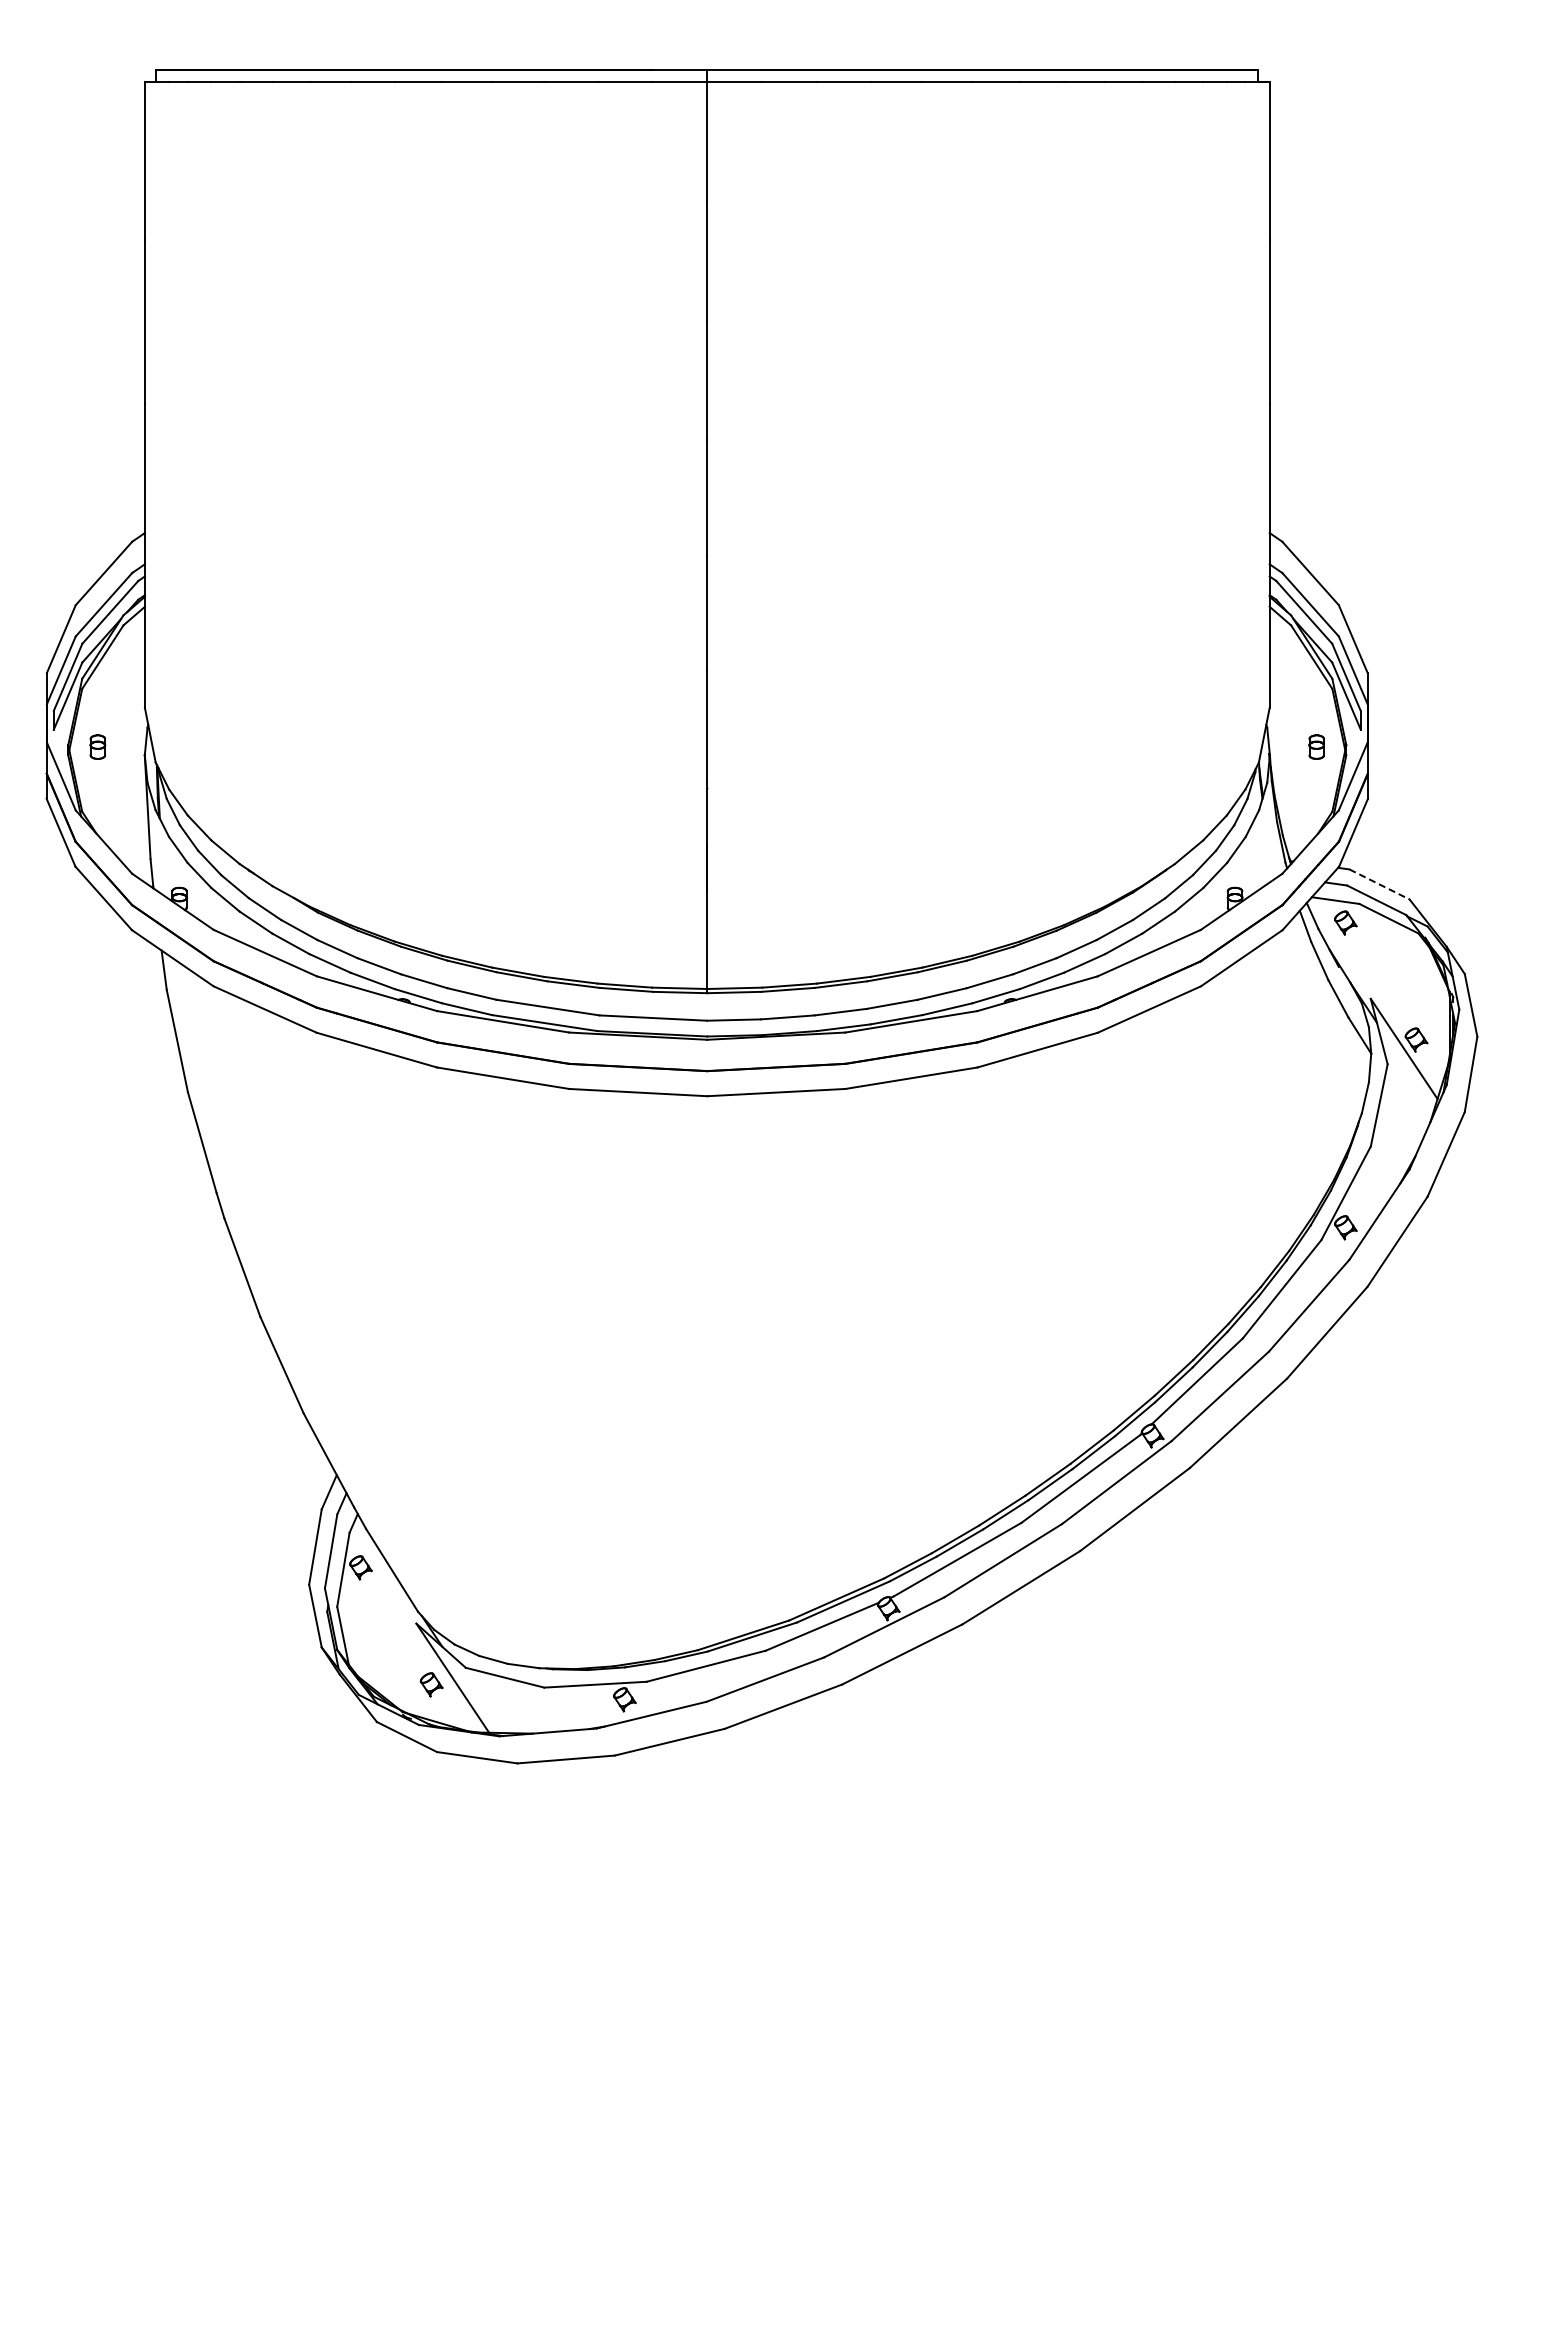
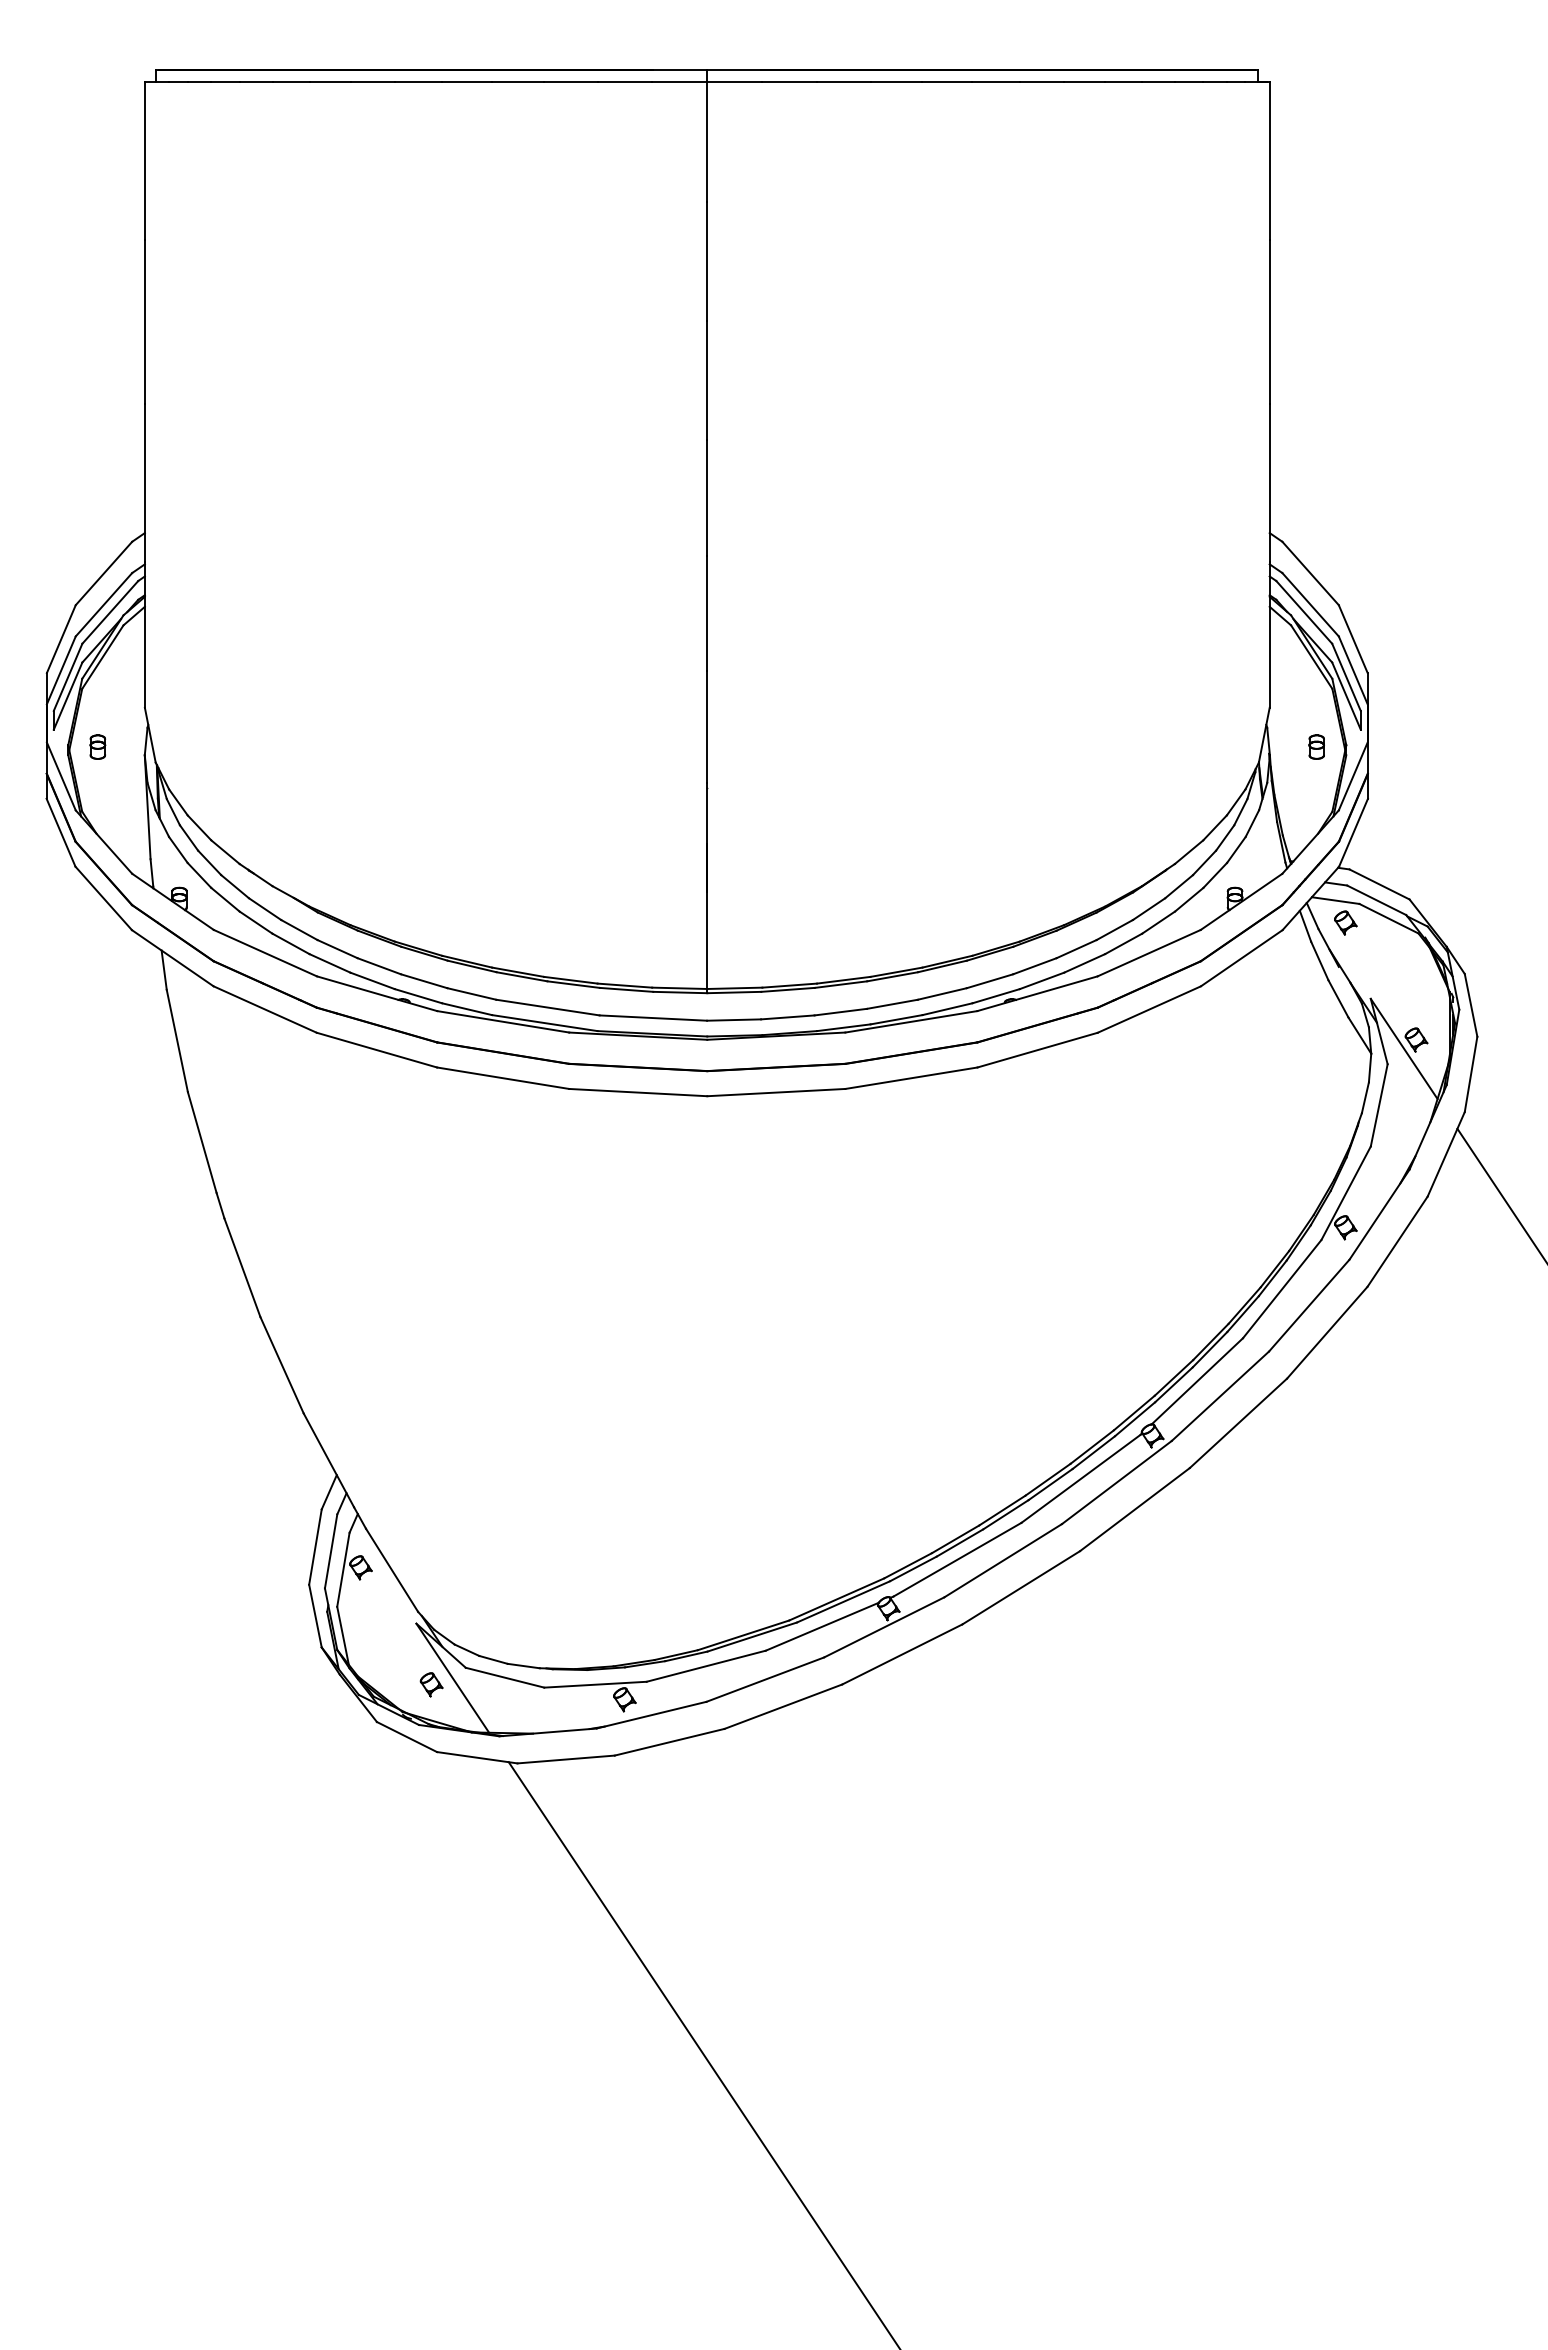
line at (1379, 884): dashed -> solid
line at (1500, 1193): none -> present
line at (703, 2054): none -> present
